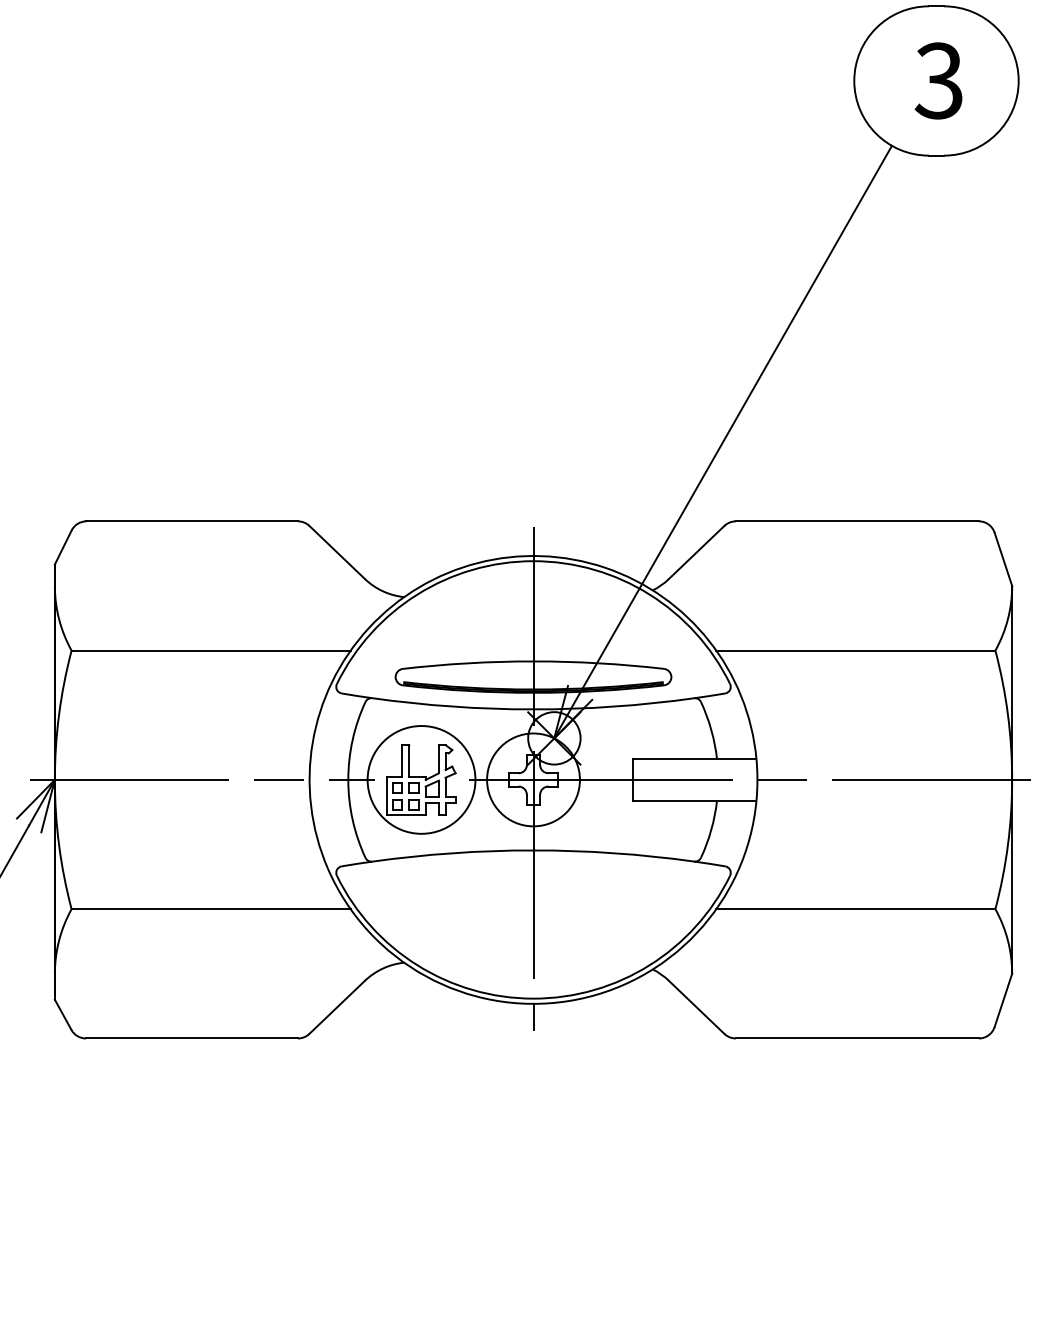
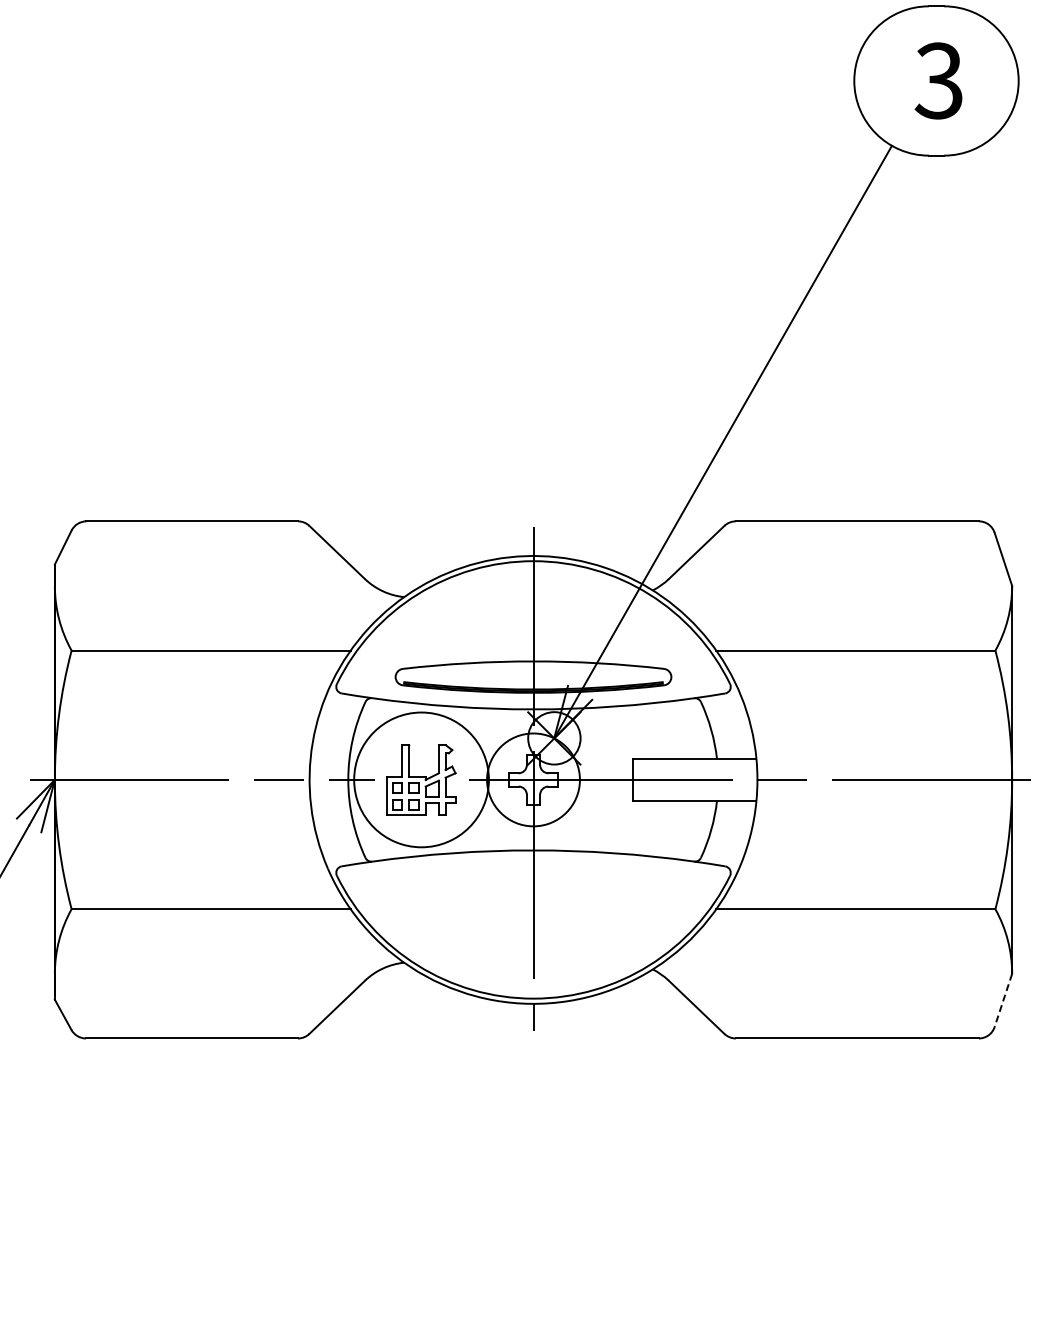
circle at (421, 779) diameter: 108 px -> 135 px
line at (1003, 1000): solid -> dashed
